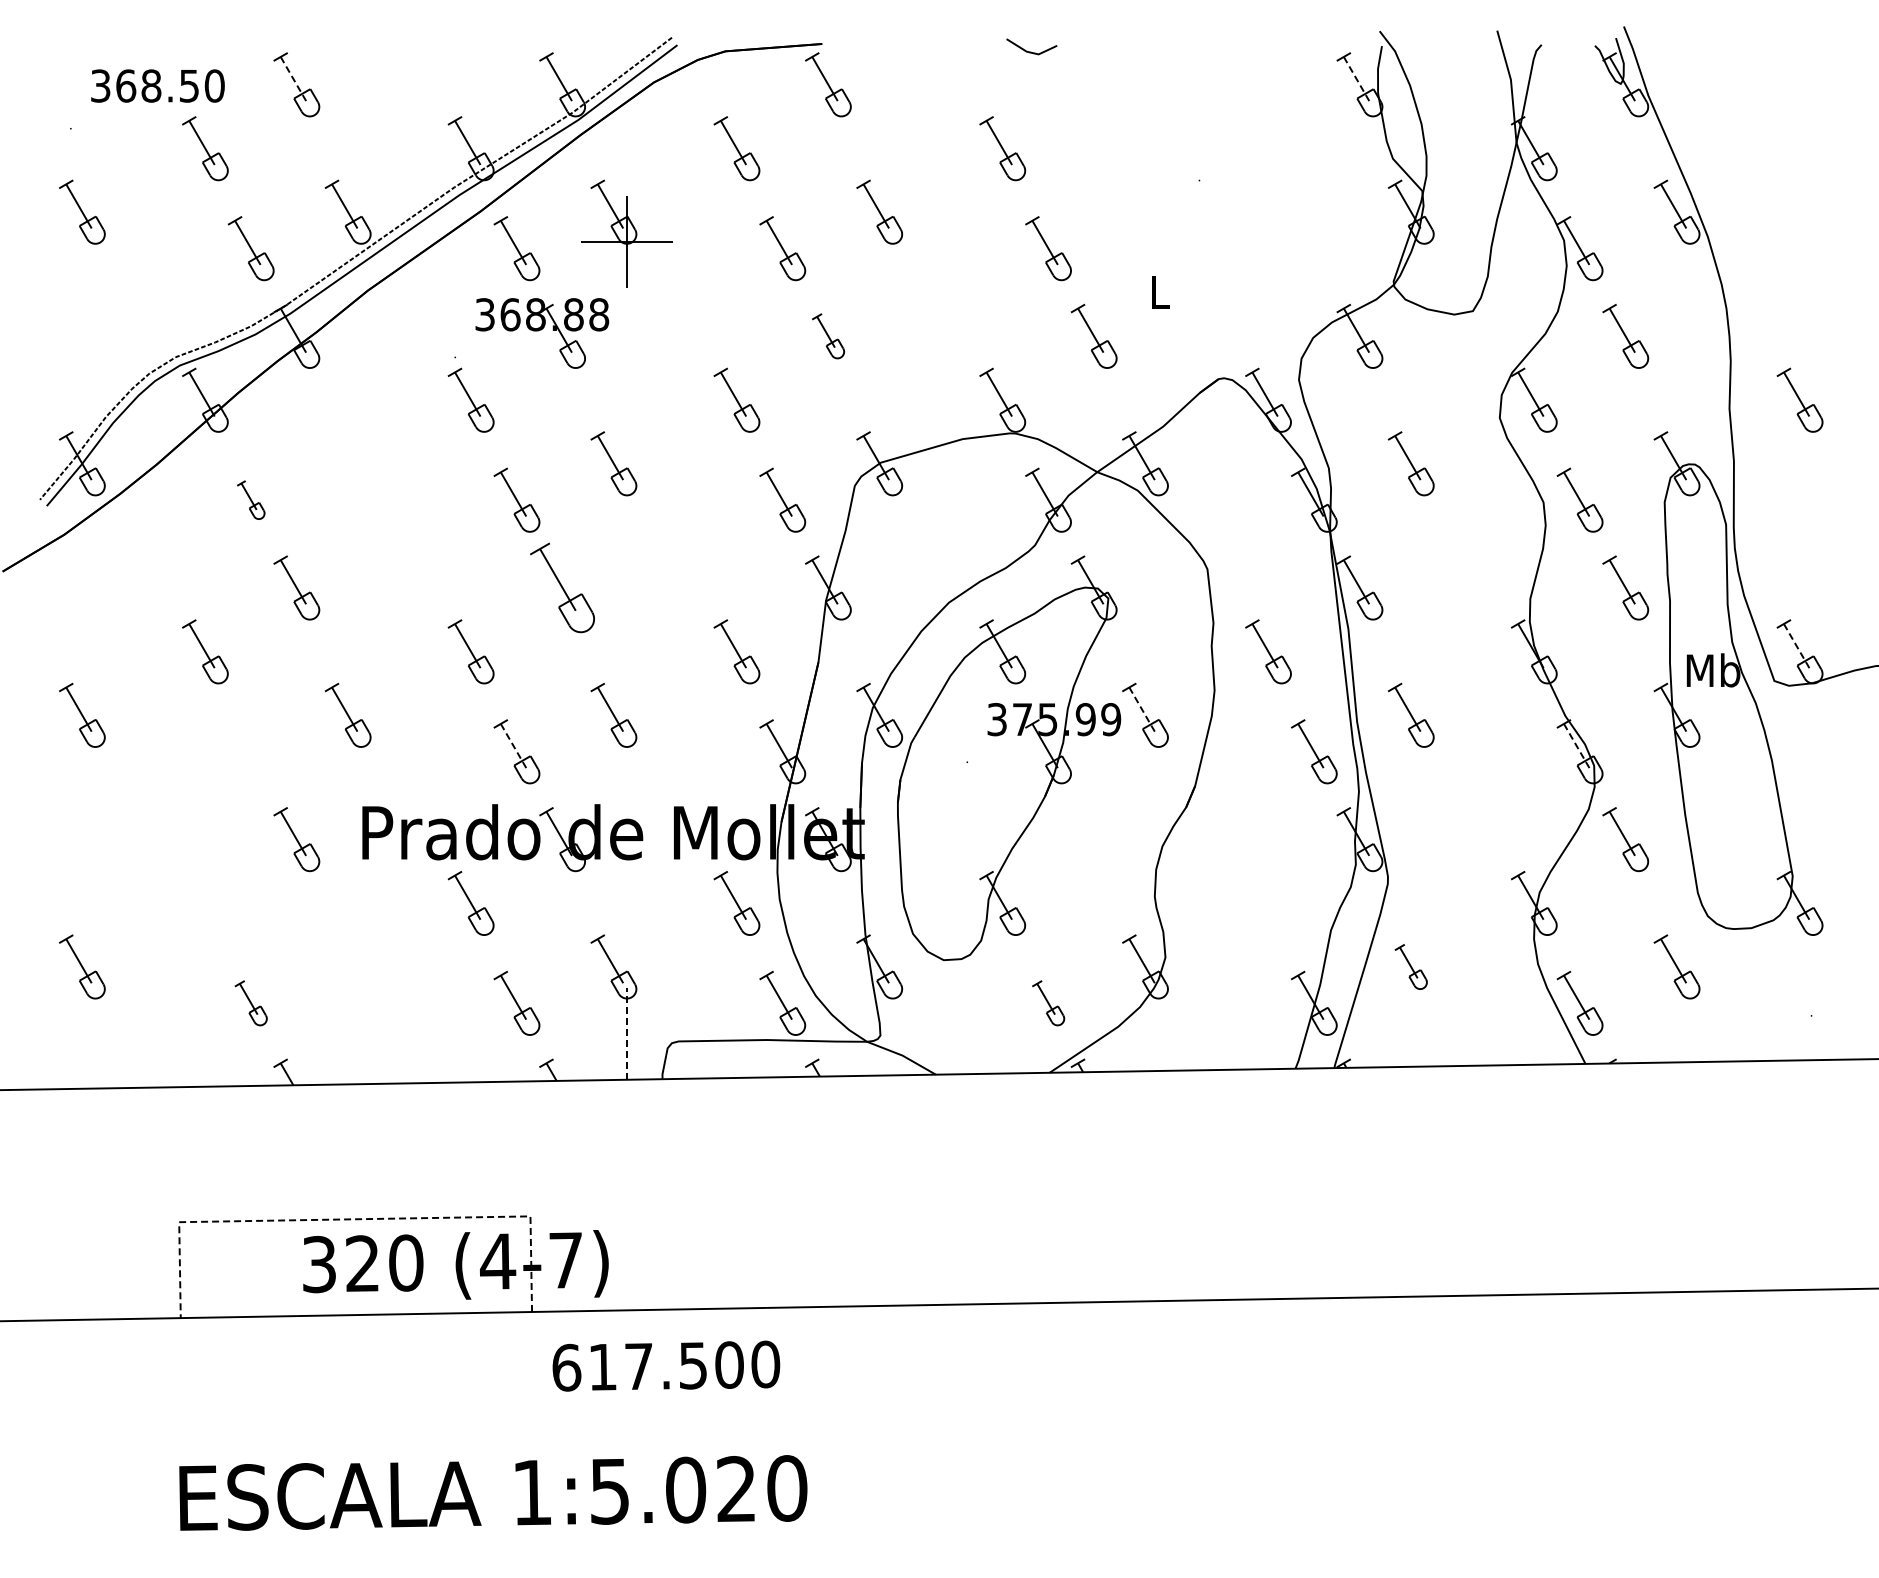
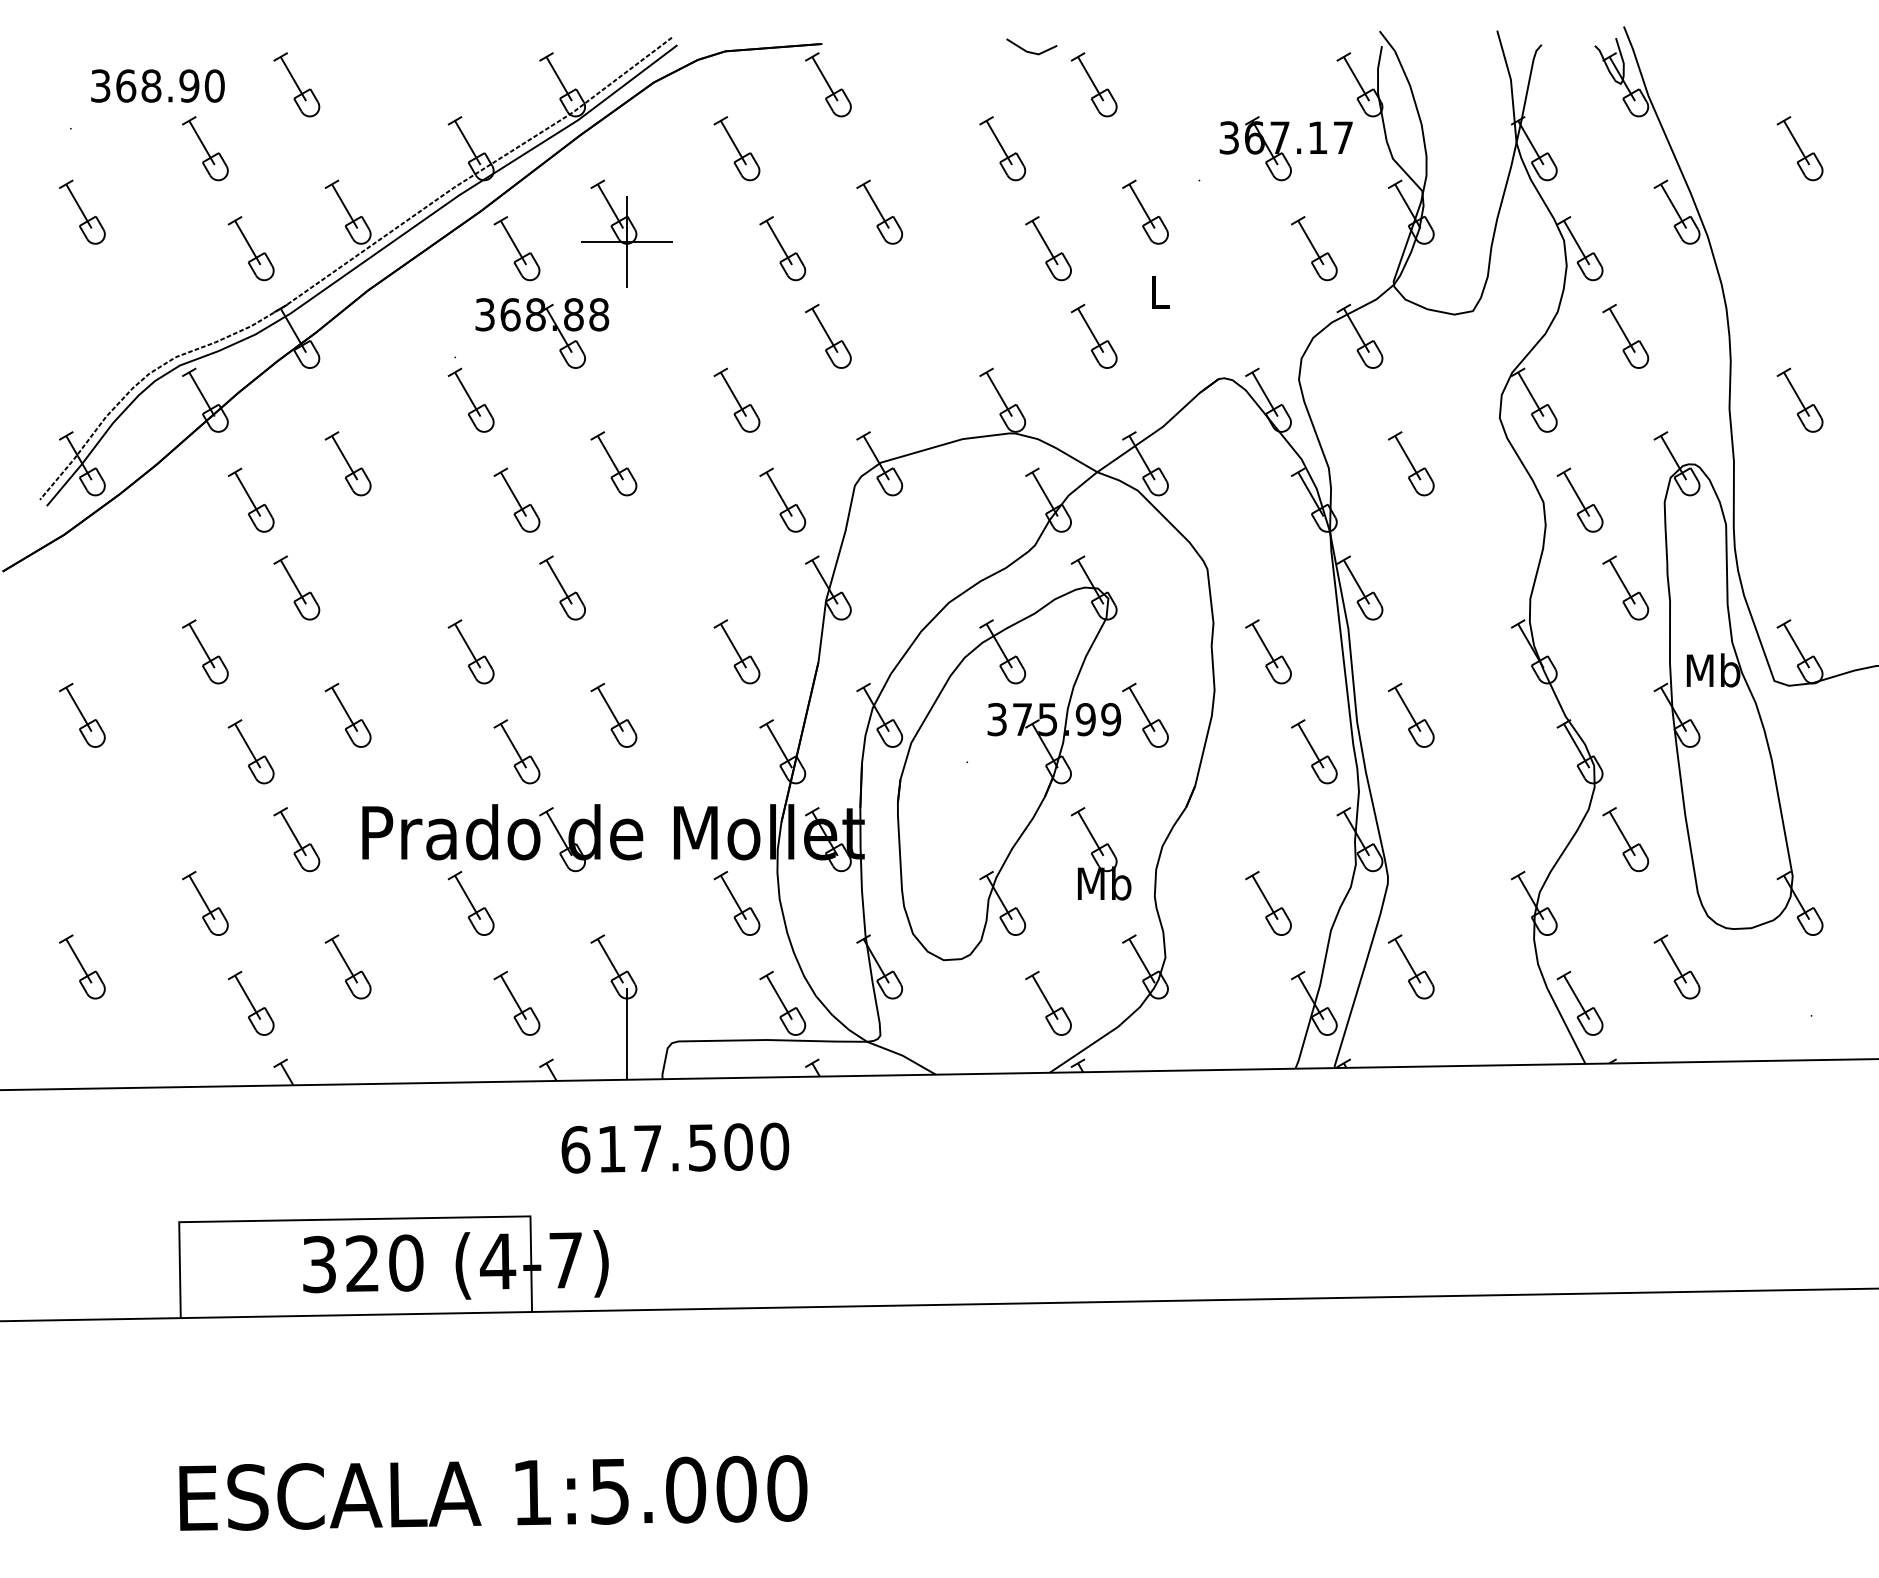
line at (293, 79): dashed -> solid
line at (1356, 79): dashed -> solid
part at (1093, 84): none -> present
text at (189, 85): 368.50 -> 368.90
part at (1285, 148): none -> present
part at (1799, 148): none -> present
part at (1145, 211): none -> present
part at (1314, 248): none -> present
part at (828, 336) size: 34x47 px -> 47x66 px
part at (347, 463): none -> present
part at (251, 499) size: 29x40 px -> 48x66 px
part at (562, 587) size: 65x92 px -> 47x66 px
line at (1796, 646): dashed -> solid
line at (1142, 709): dashed -> solid
line at (513, 746): dashed -> solid
line at (1576, 746): dashed -> solid
part at (250, 751): none -> present
part at (1100, 853): none -> present
part at (205, 903): none -> present
part at (1268, 903): none -> present
part at (347, 966): none -> present
part at (1410, 966) size: 34x46 px -> 48x66 px
part at (250, 1003) size: 34x47 px -> 48x66 px
part at (1048, 1003) size: 34x47 px -> 47x66 px
line at (626, 1033): dashed -> solid
line at (354, 1219): dashed -> solid
text at (666, 1365) position: (666, 1365) -> (675, 1147)
text at (736, 1488): 1:5.020 -> 1:5.000
